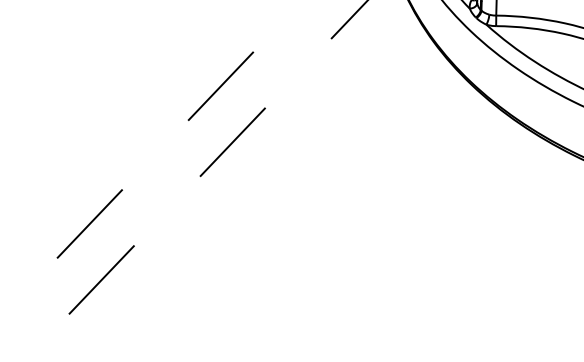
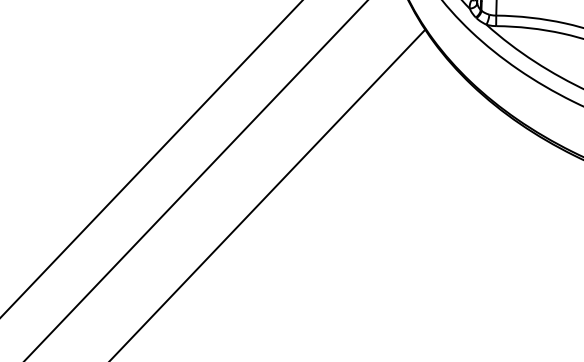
line at (151, 159): dashed -> solid
line at (195, 181): dashed -> solid
line at (268, 193): none -> present
